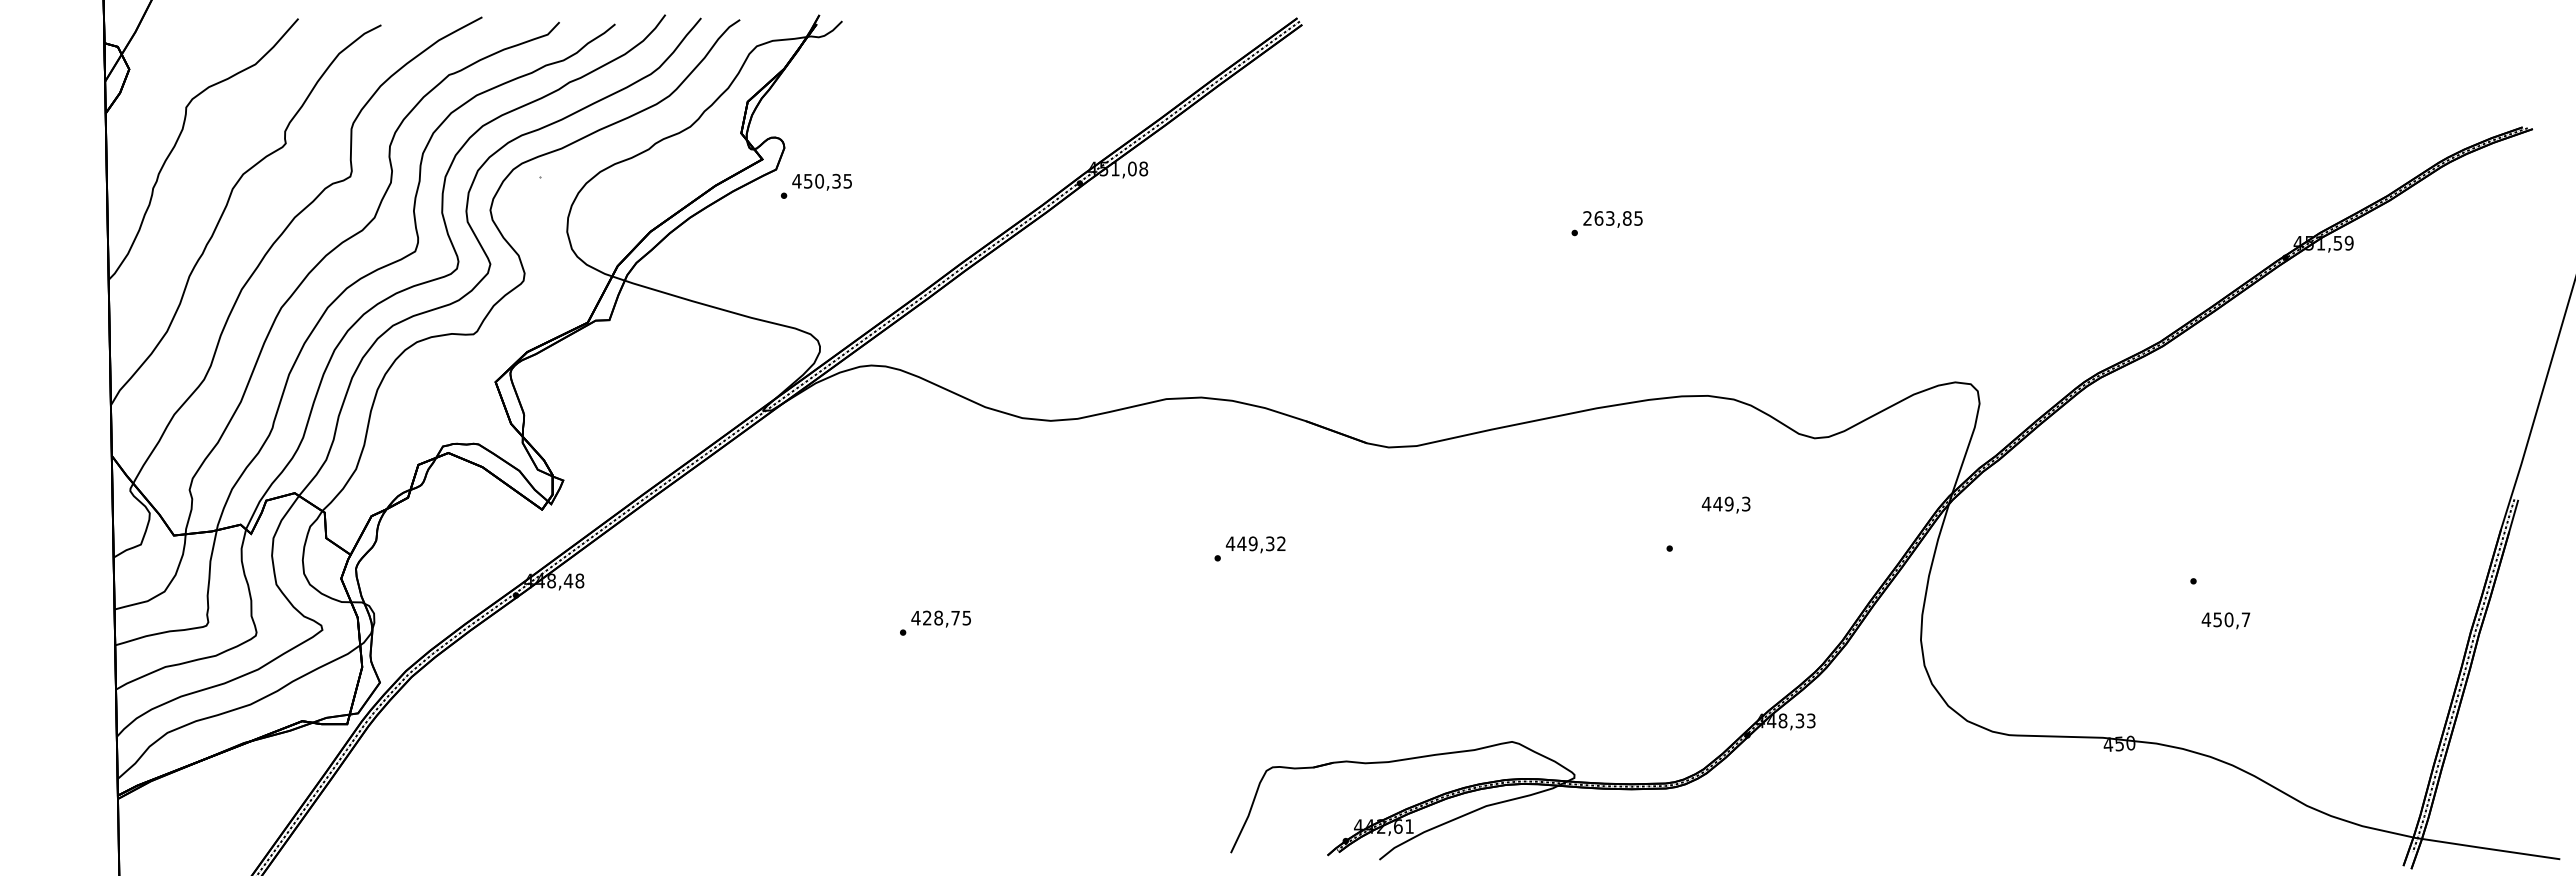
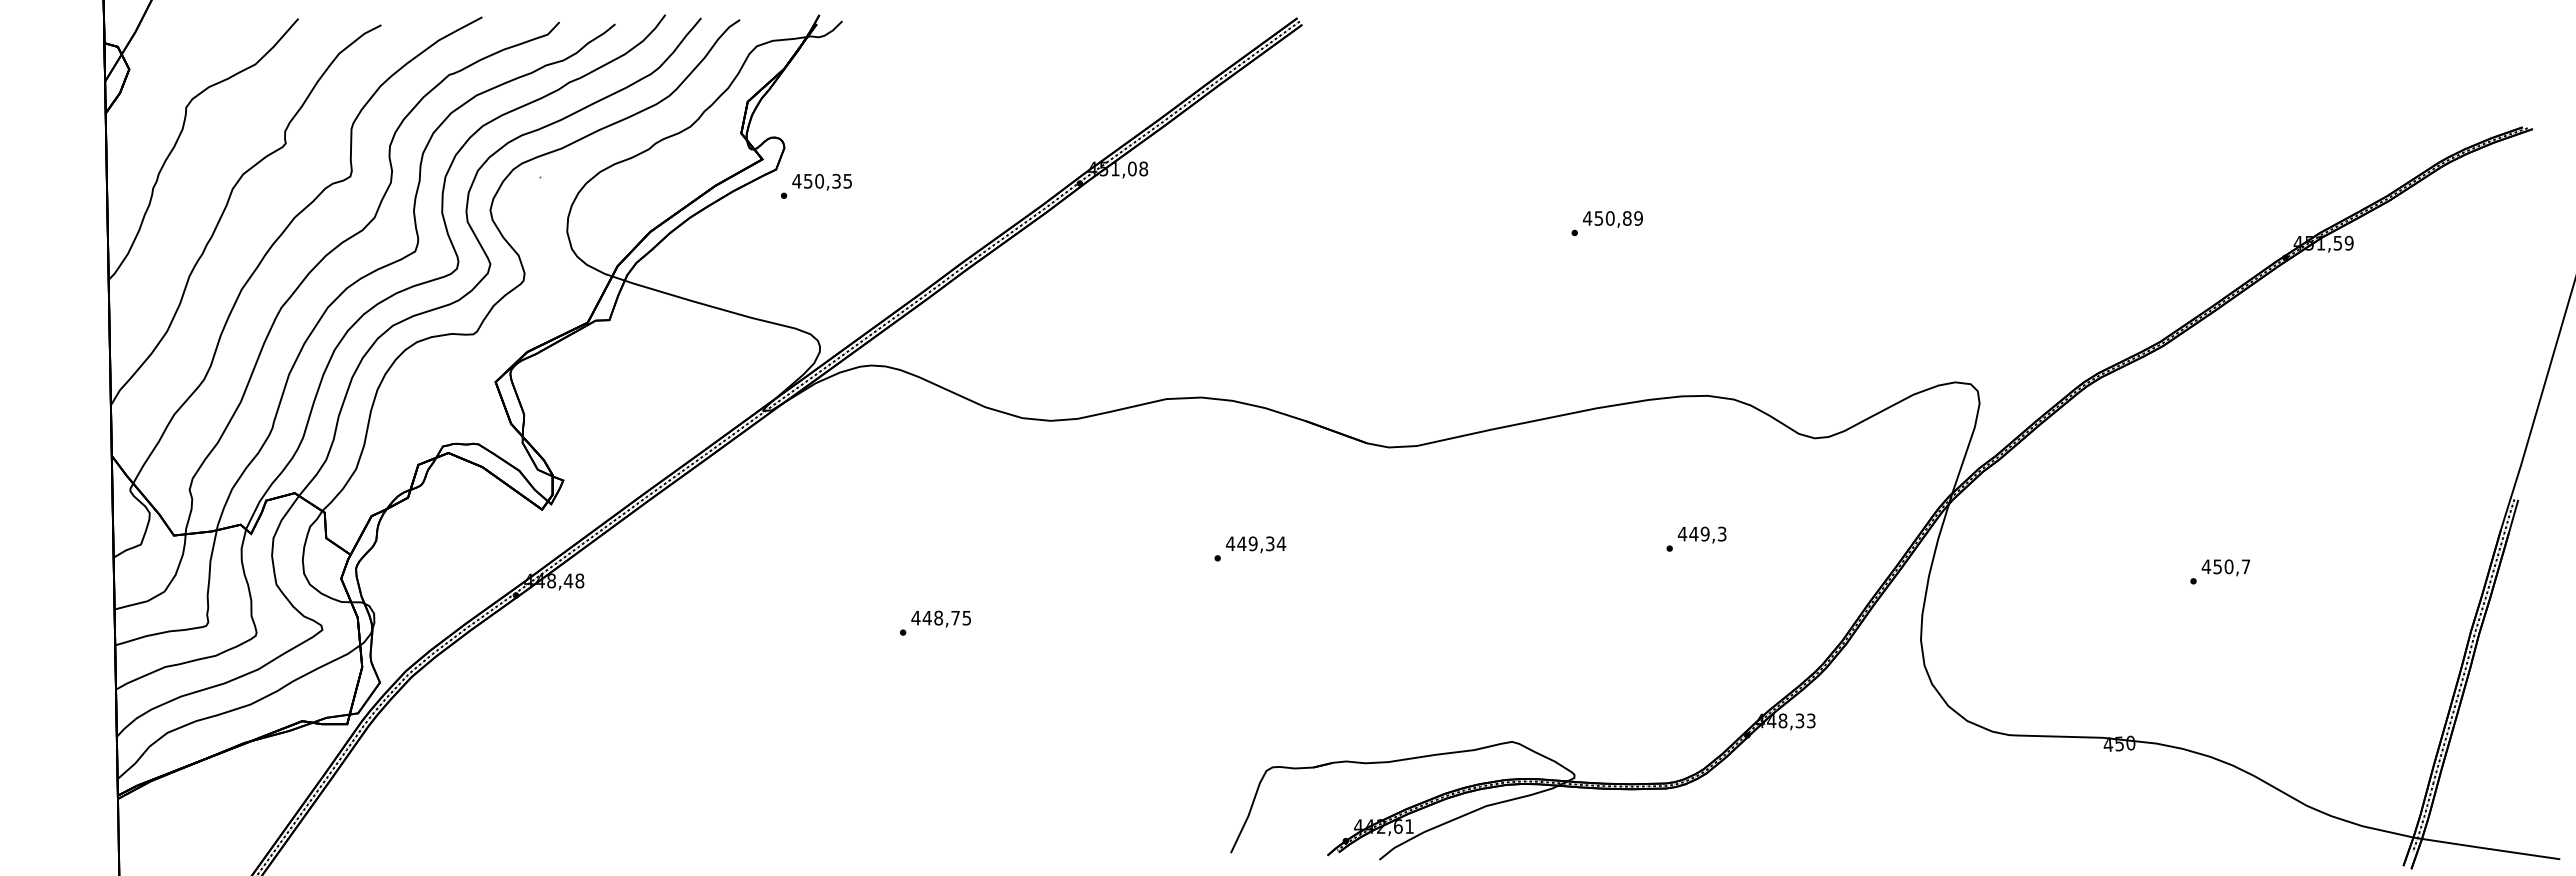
text at (1612, 218): 263,85 -> 450,89
text at (1725, 504) position: (1725, 504) -> (1701, 534)
text at (1281, 543): 449,32 -> 449,34
text at (926, 617): 428,75 -> 448,75
text at (2225, 620) position: (2225, 620) -> (2225, 567)
